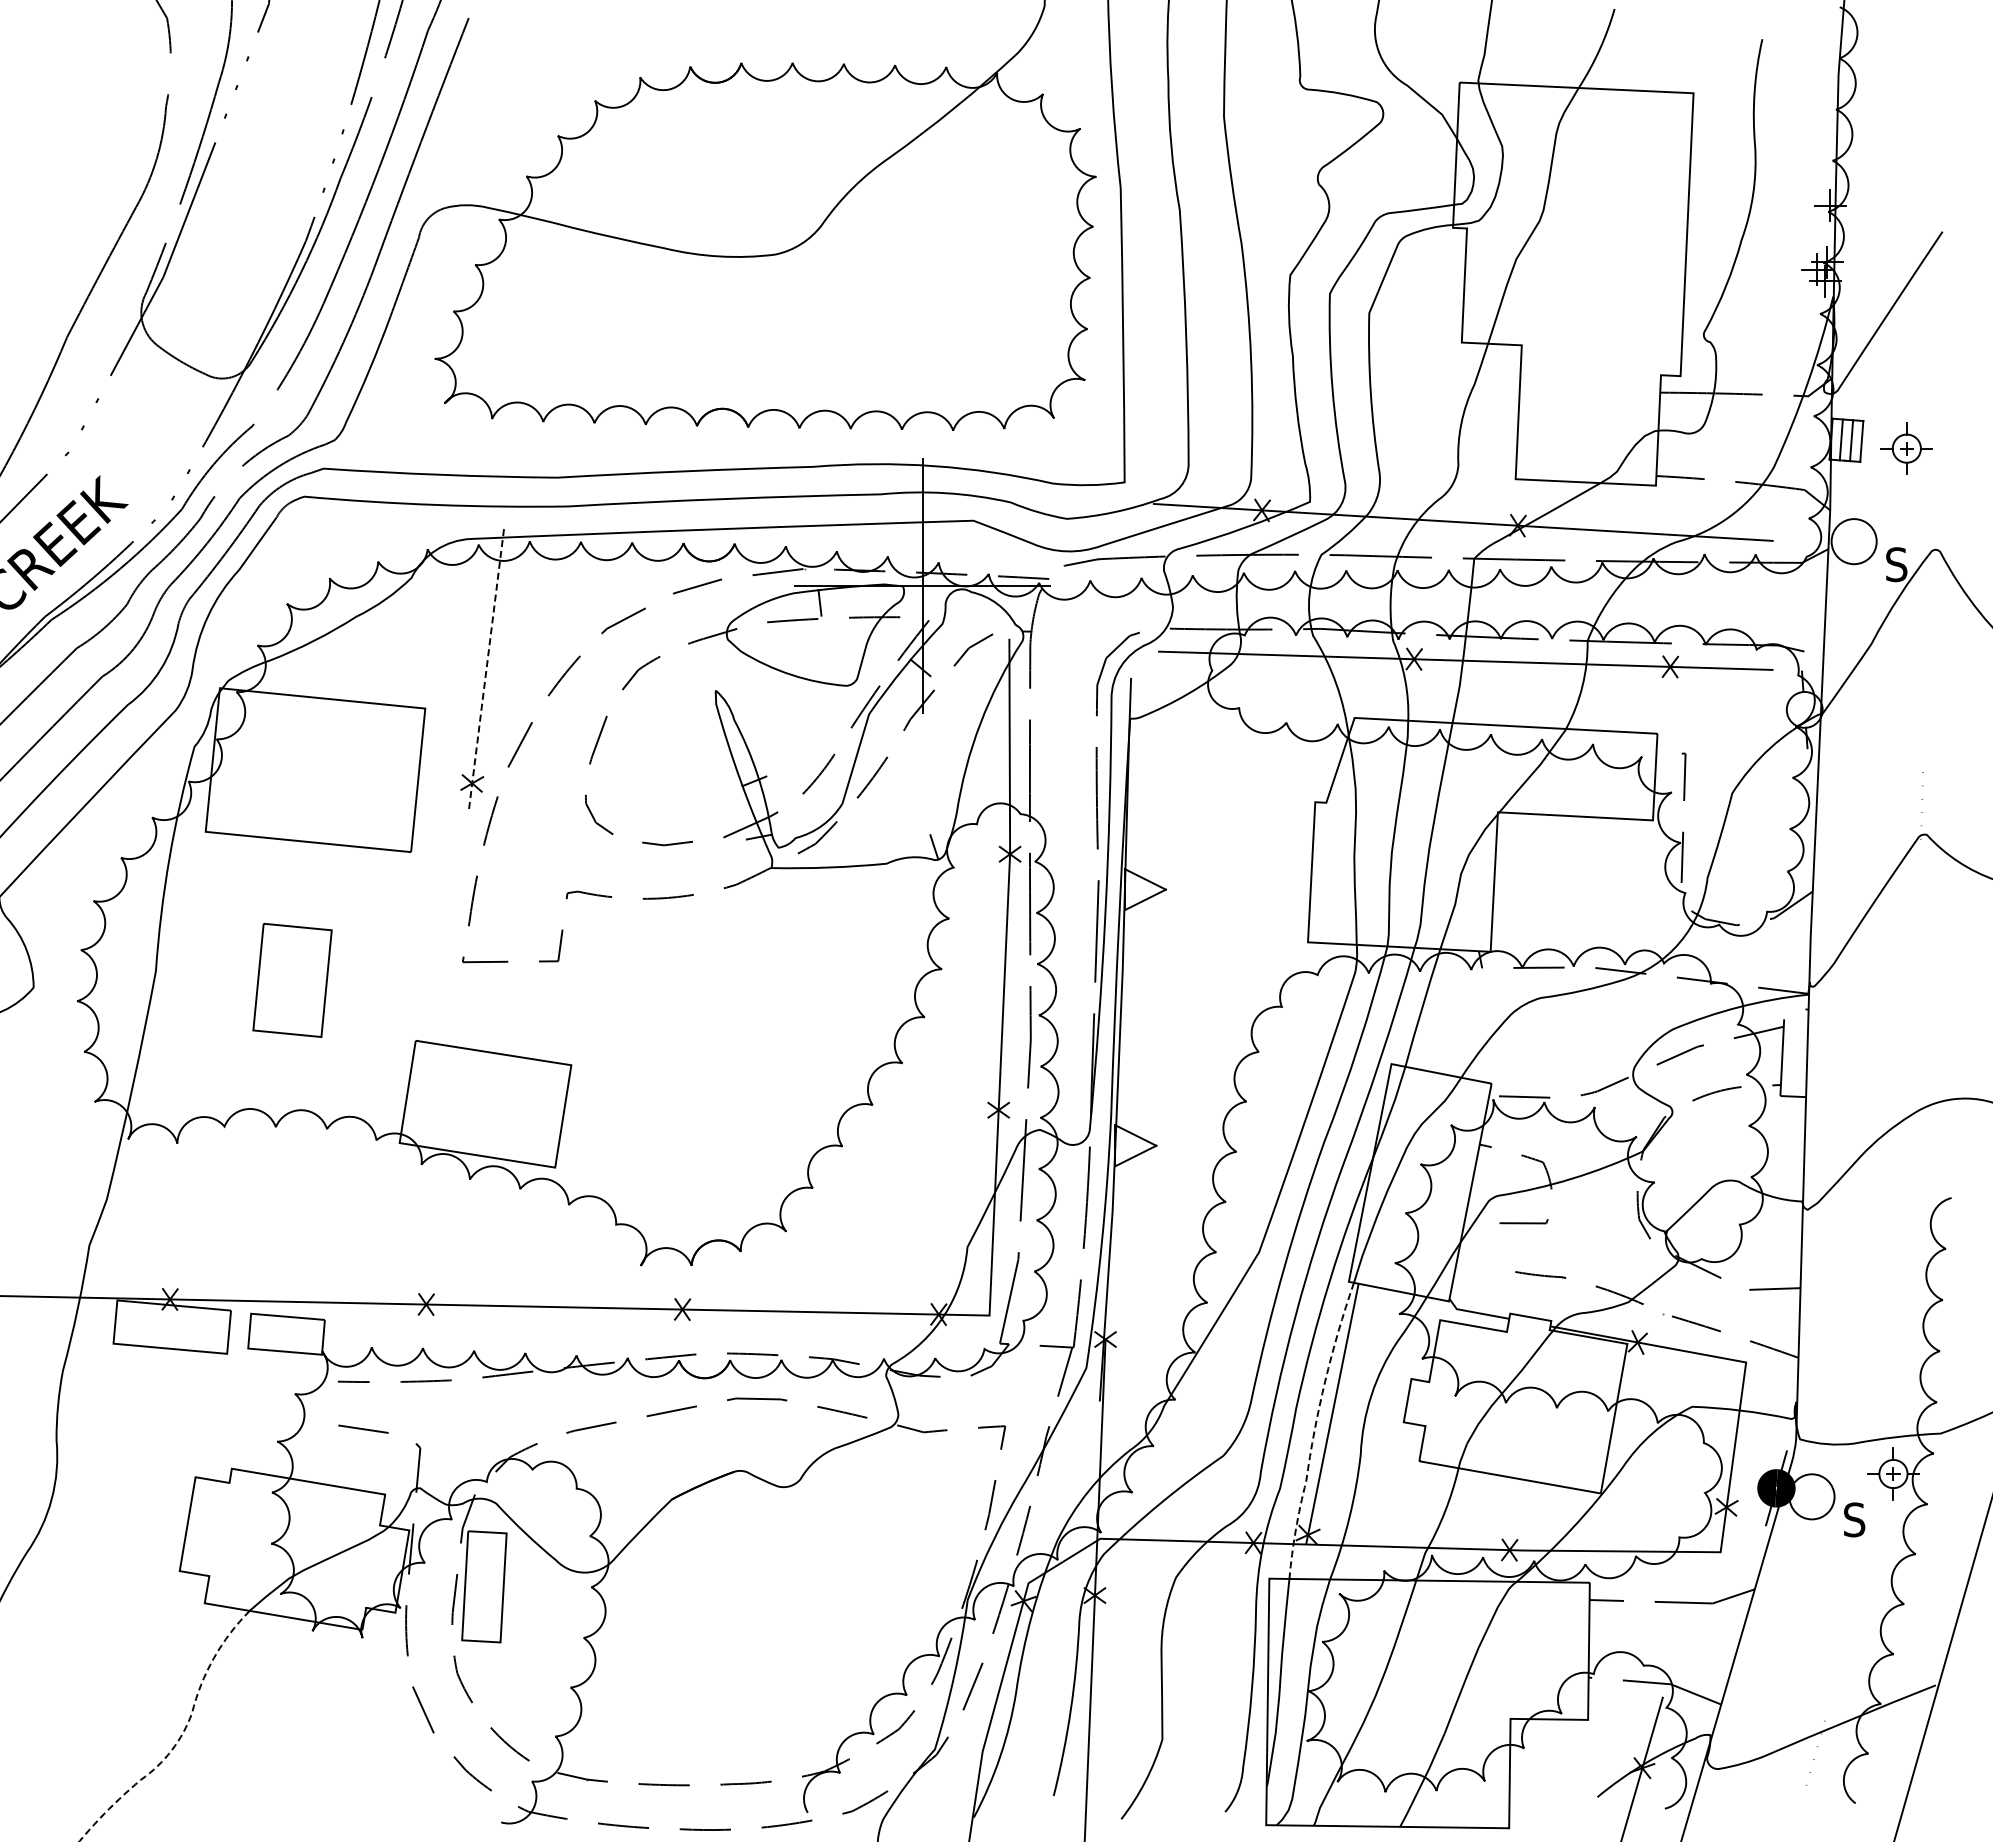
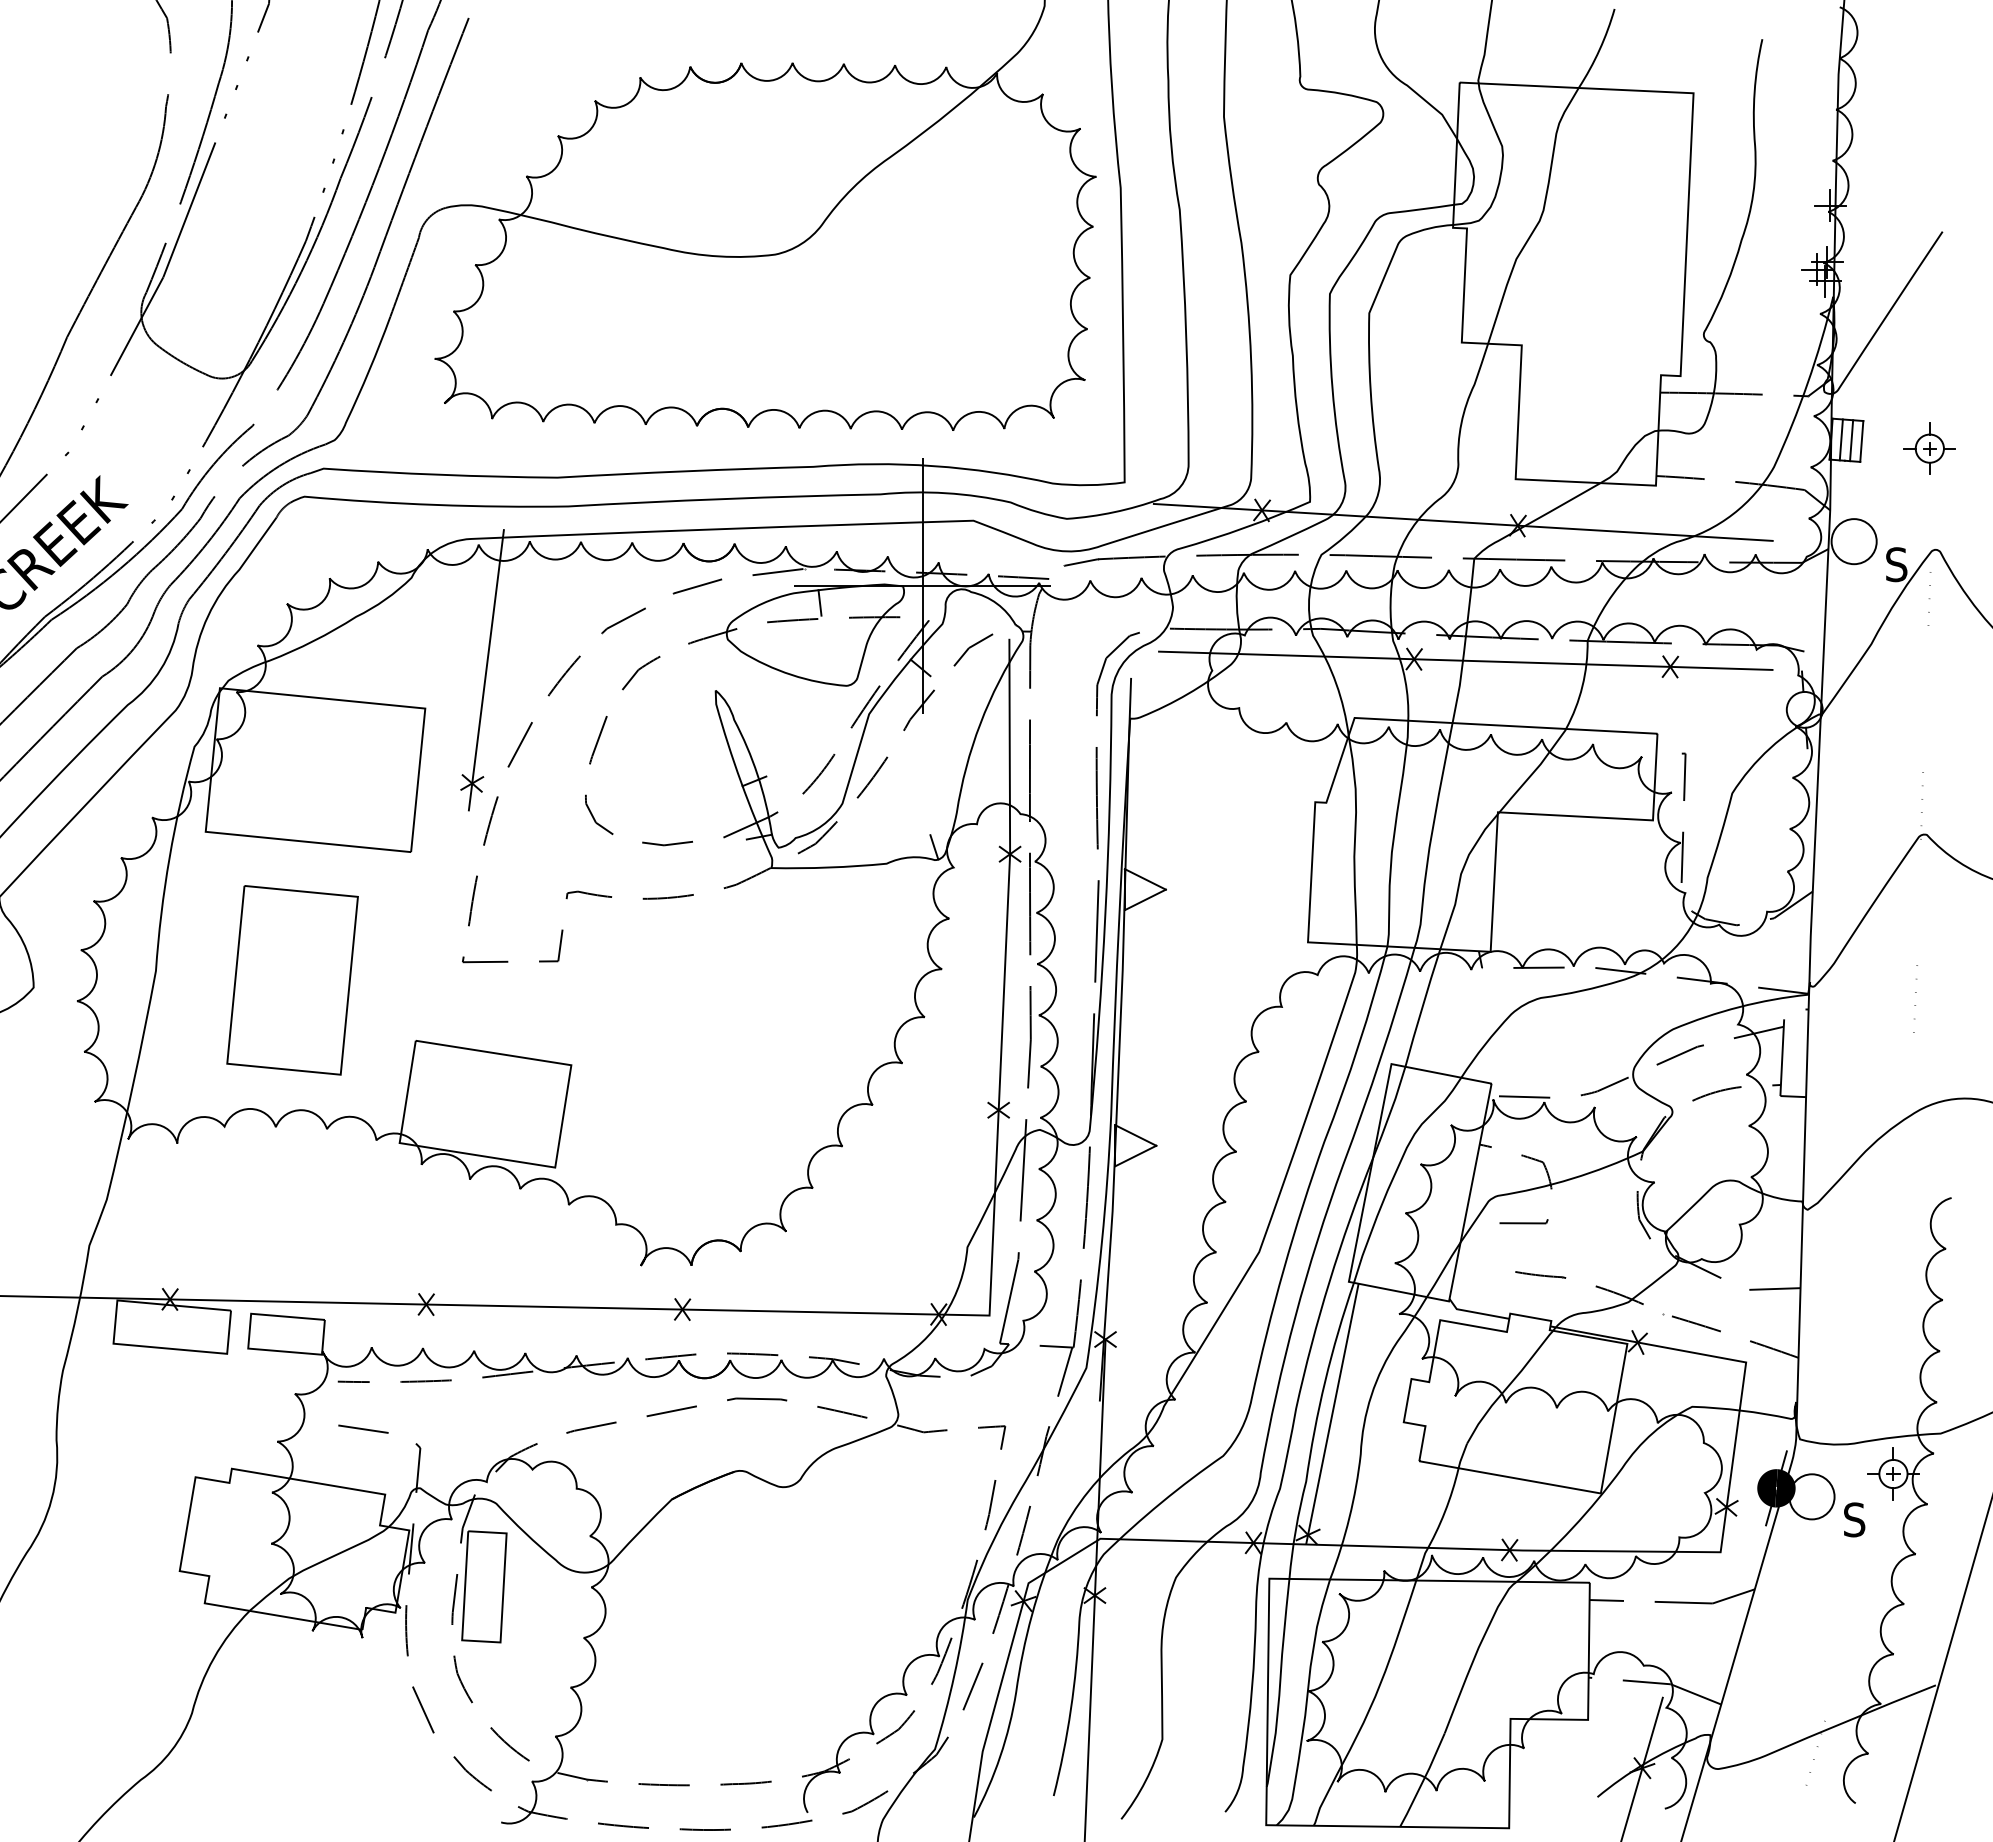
part at (1906, 448) position: (1906, 448) -> (1929, 448)
line at (1929, 598): none -> present
line at (486, 670): dashed -> solid
part at (292, 979) size: 81x116 px -> 133x191 px
line at (1915, 992): none -> present
line at (1314, 1430): dashed -> solid
line at (180, 1737): dashed -> solid
